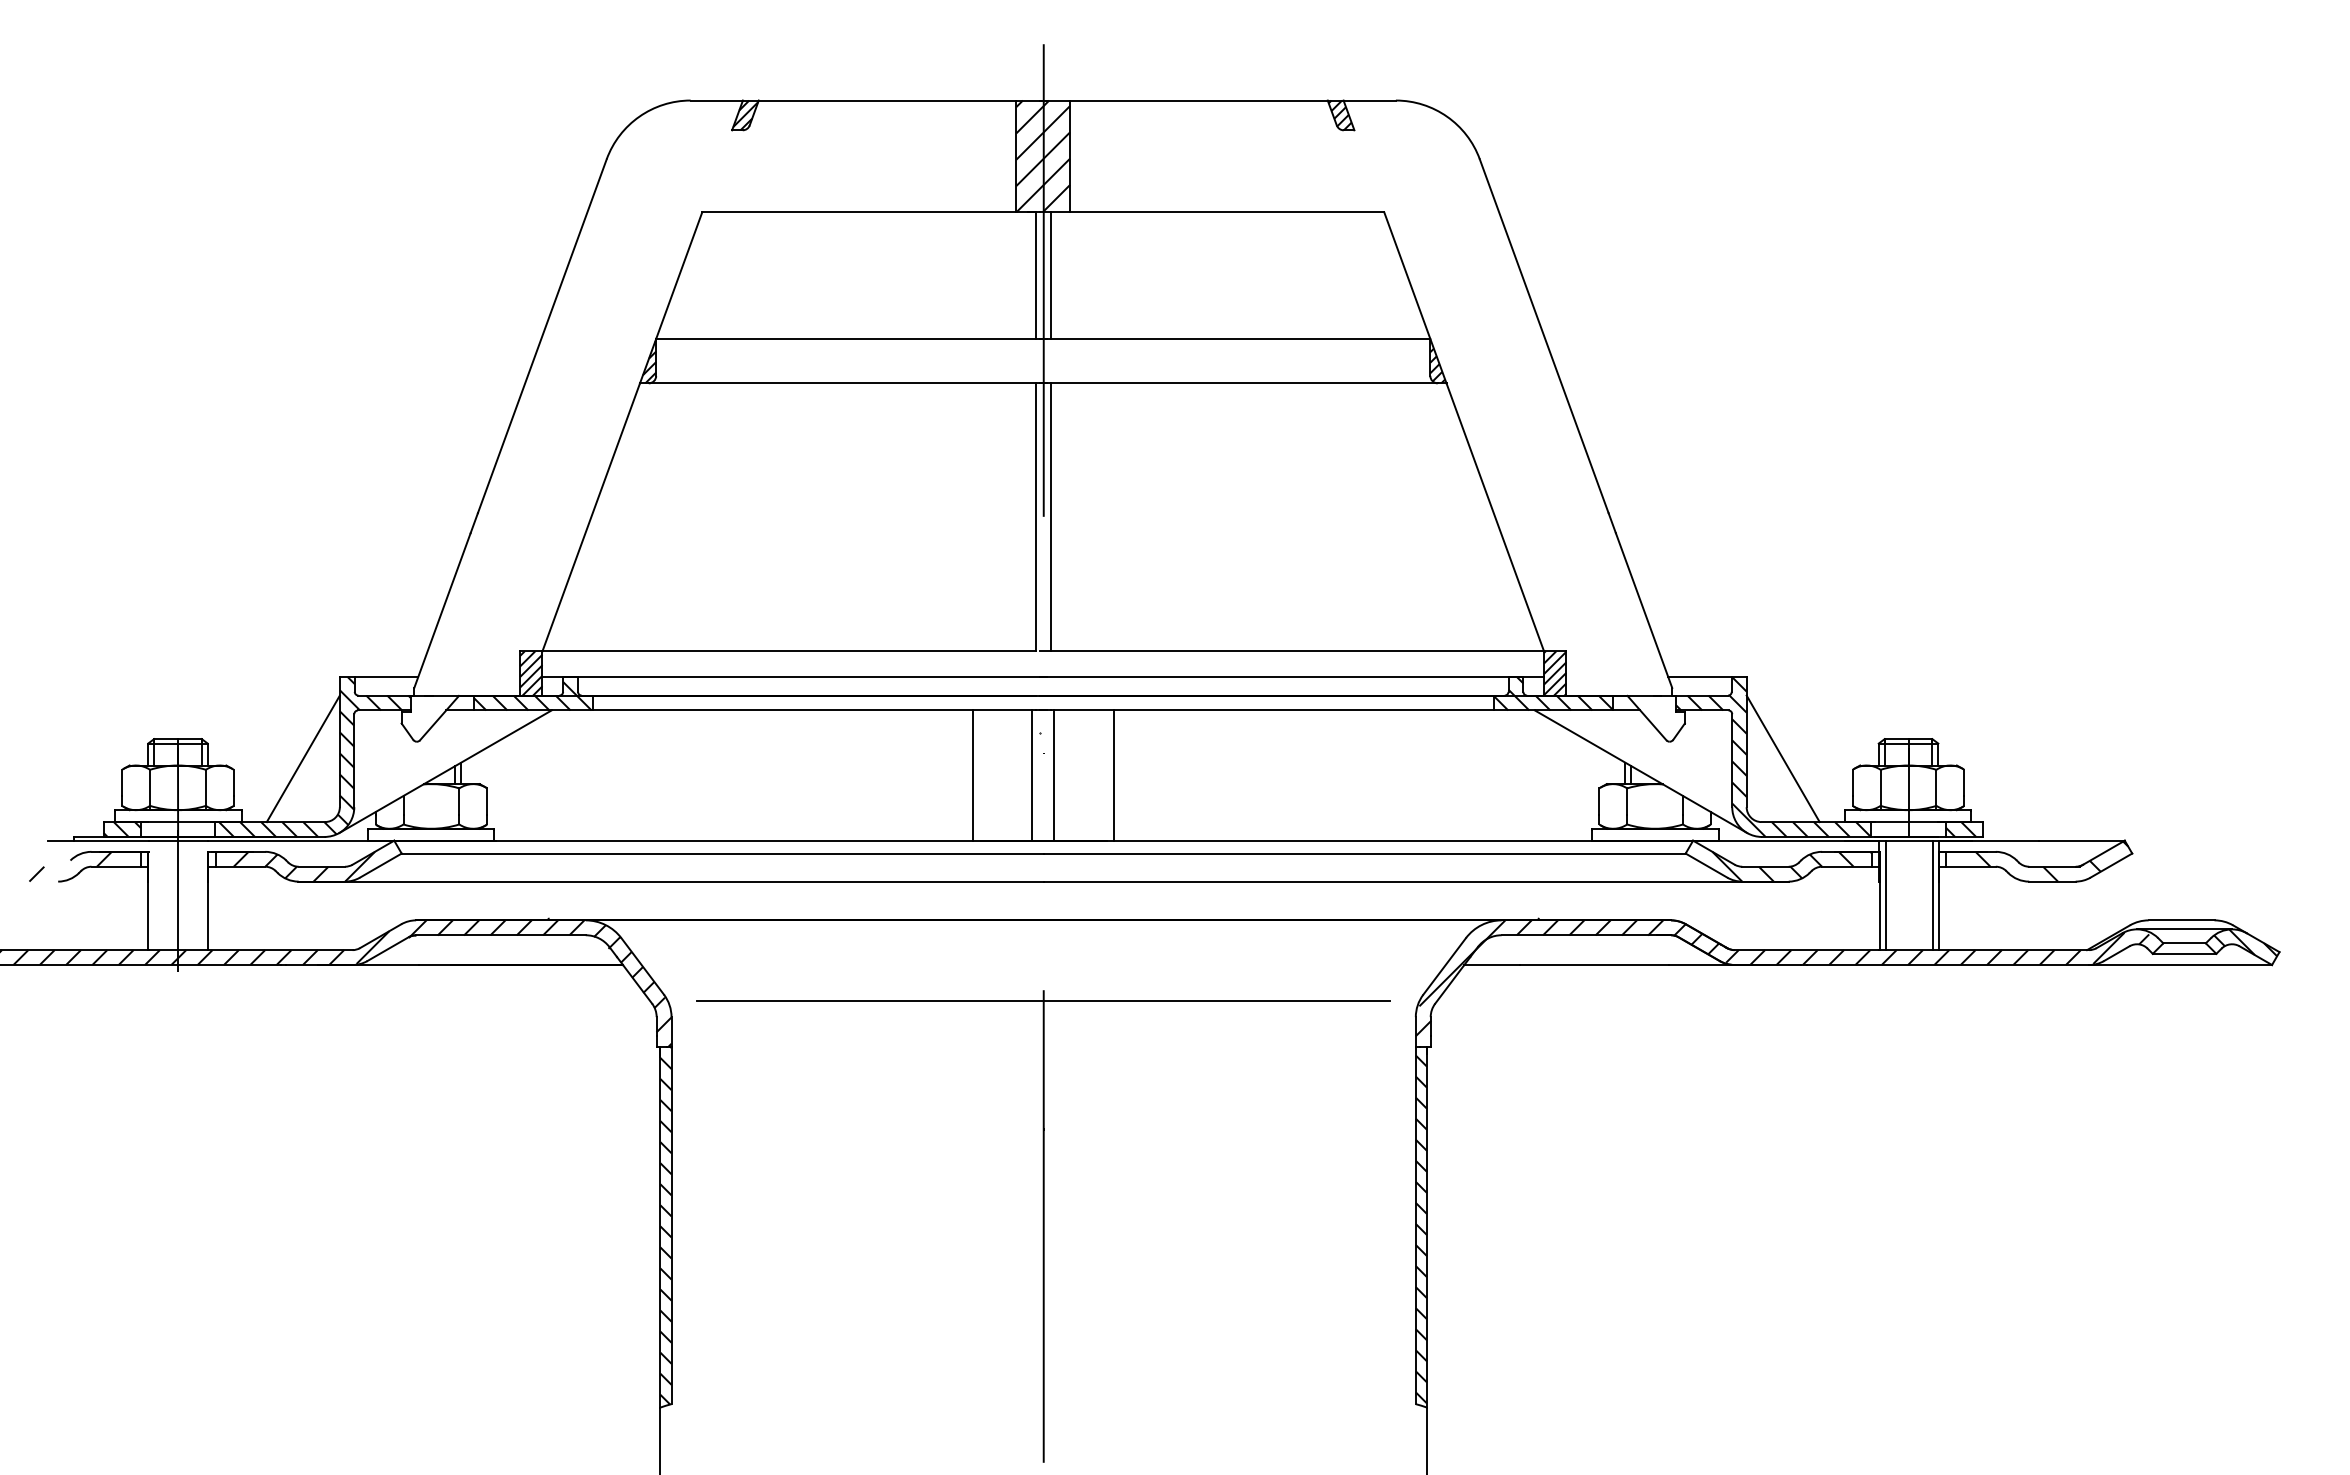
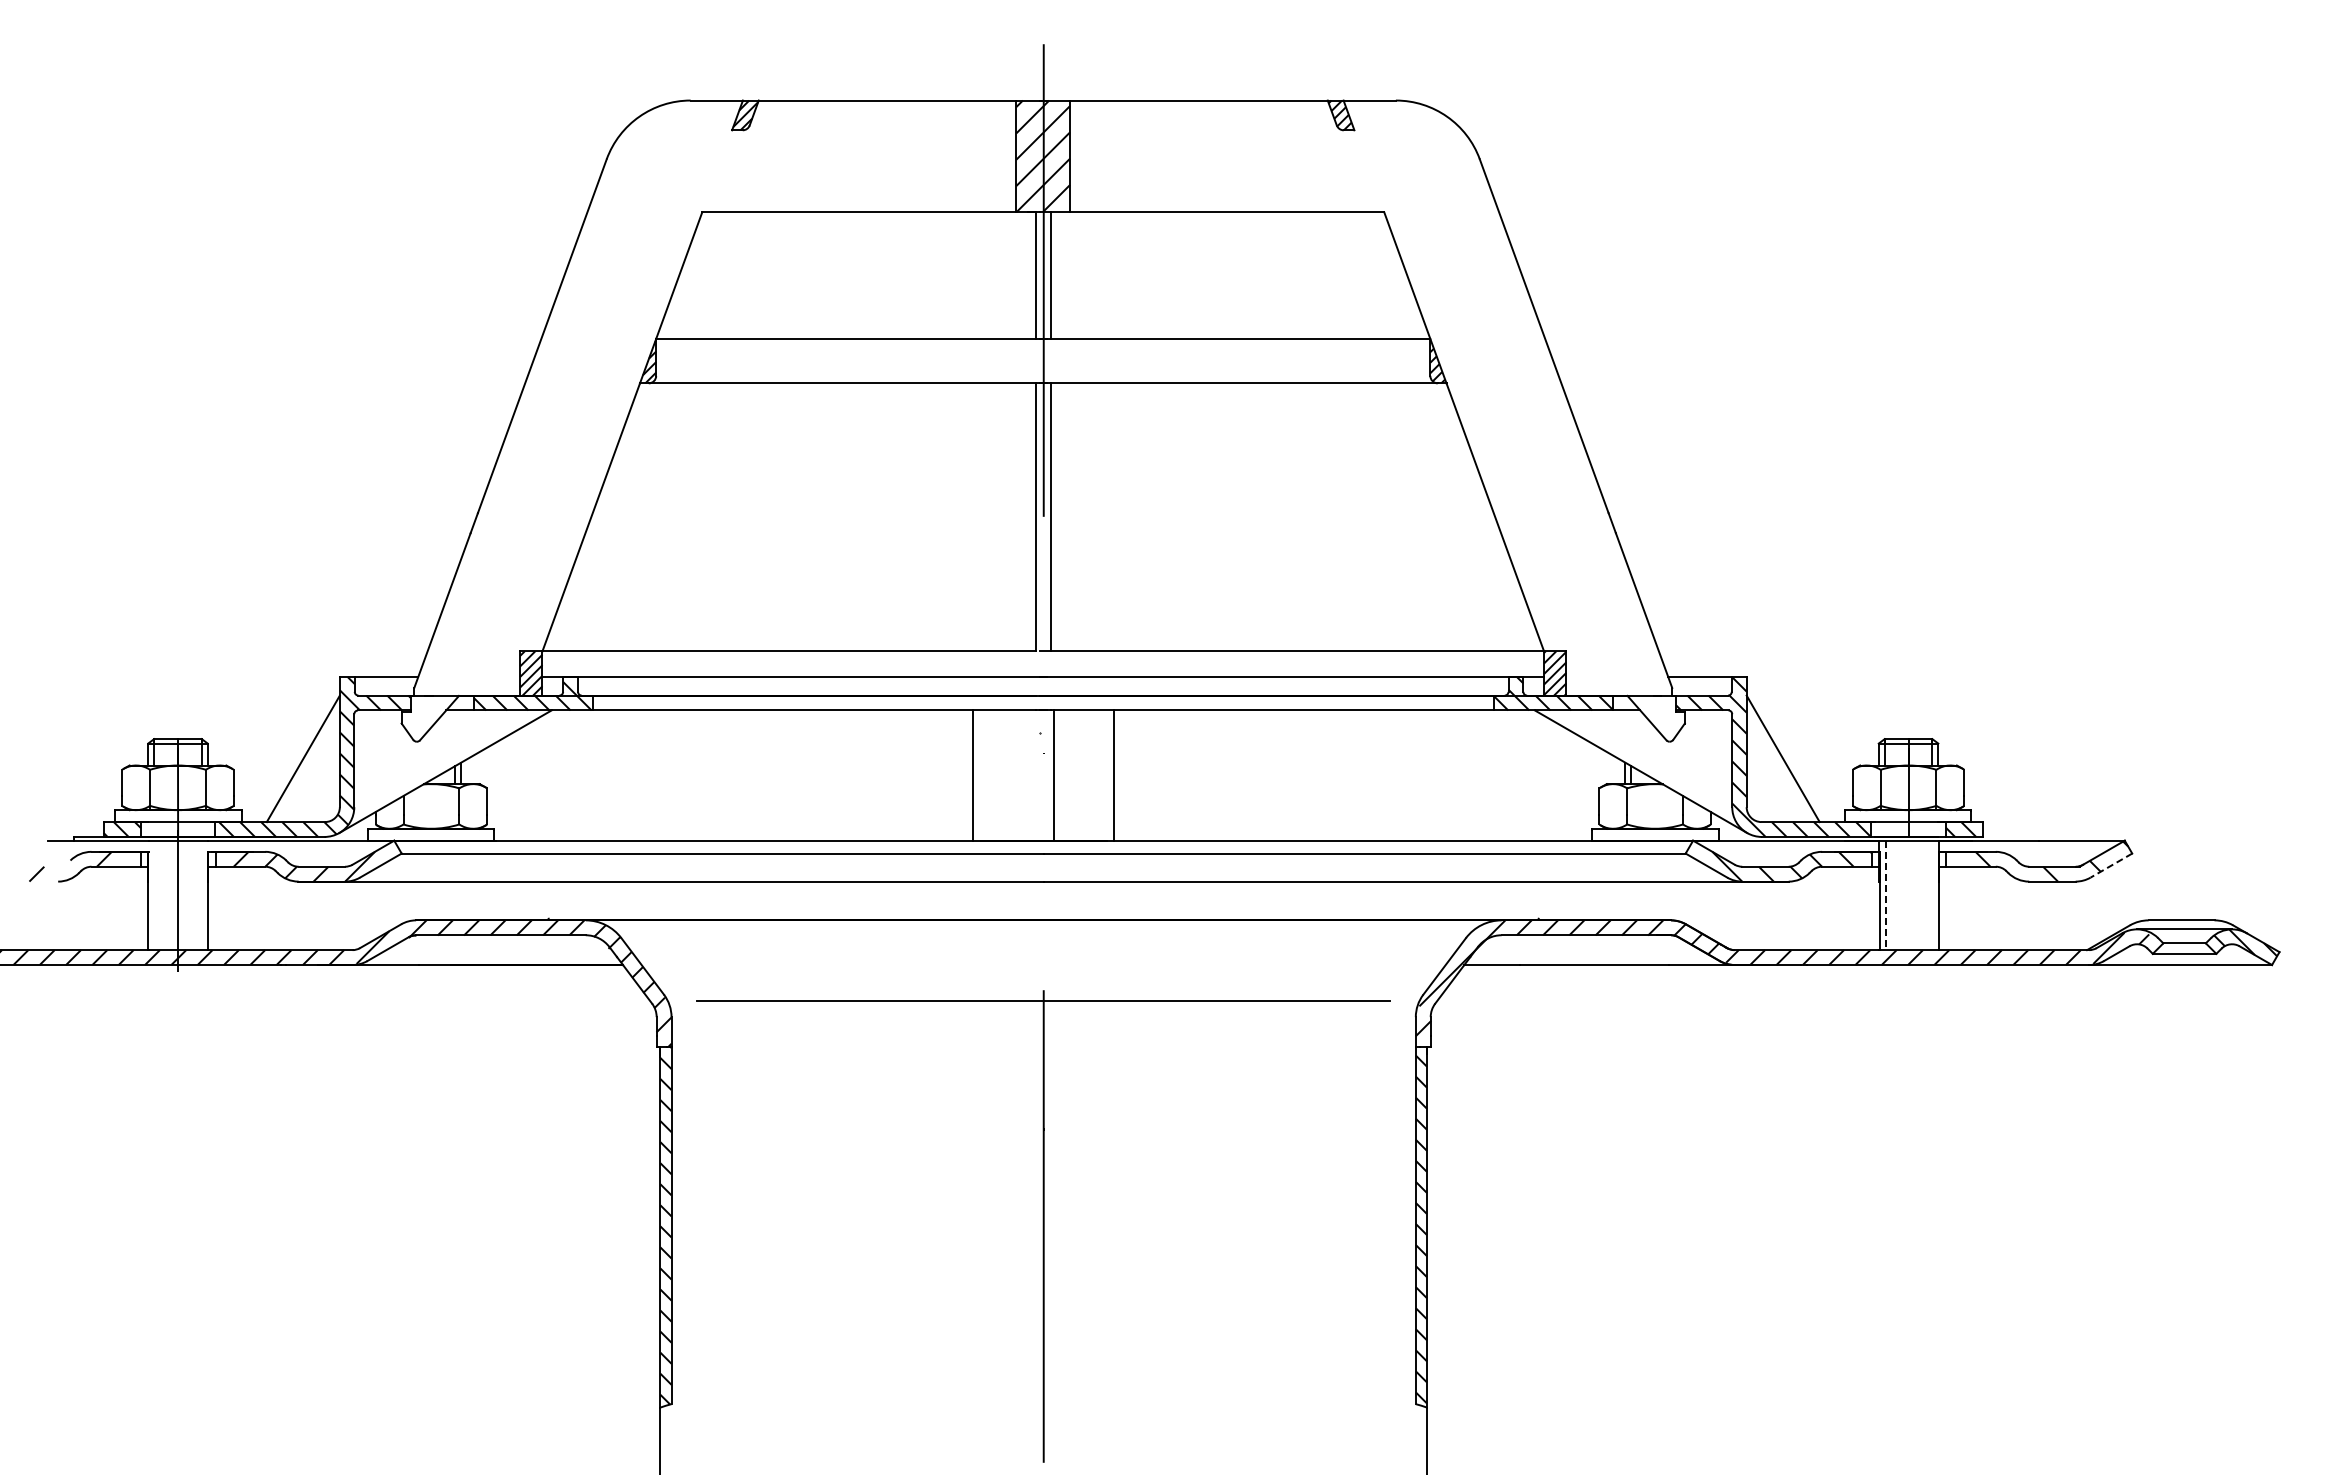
line at (1032, 775): present -> none
line at (2110, 865): solid -> dashed
line at (1885, 895): solid -> dashed
line at (1933, 895): present -> none
